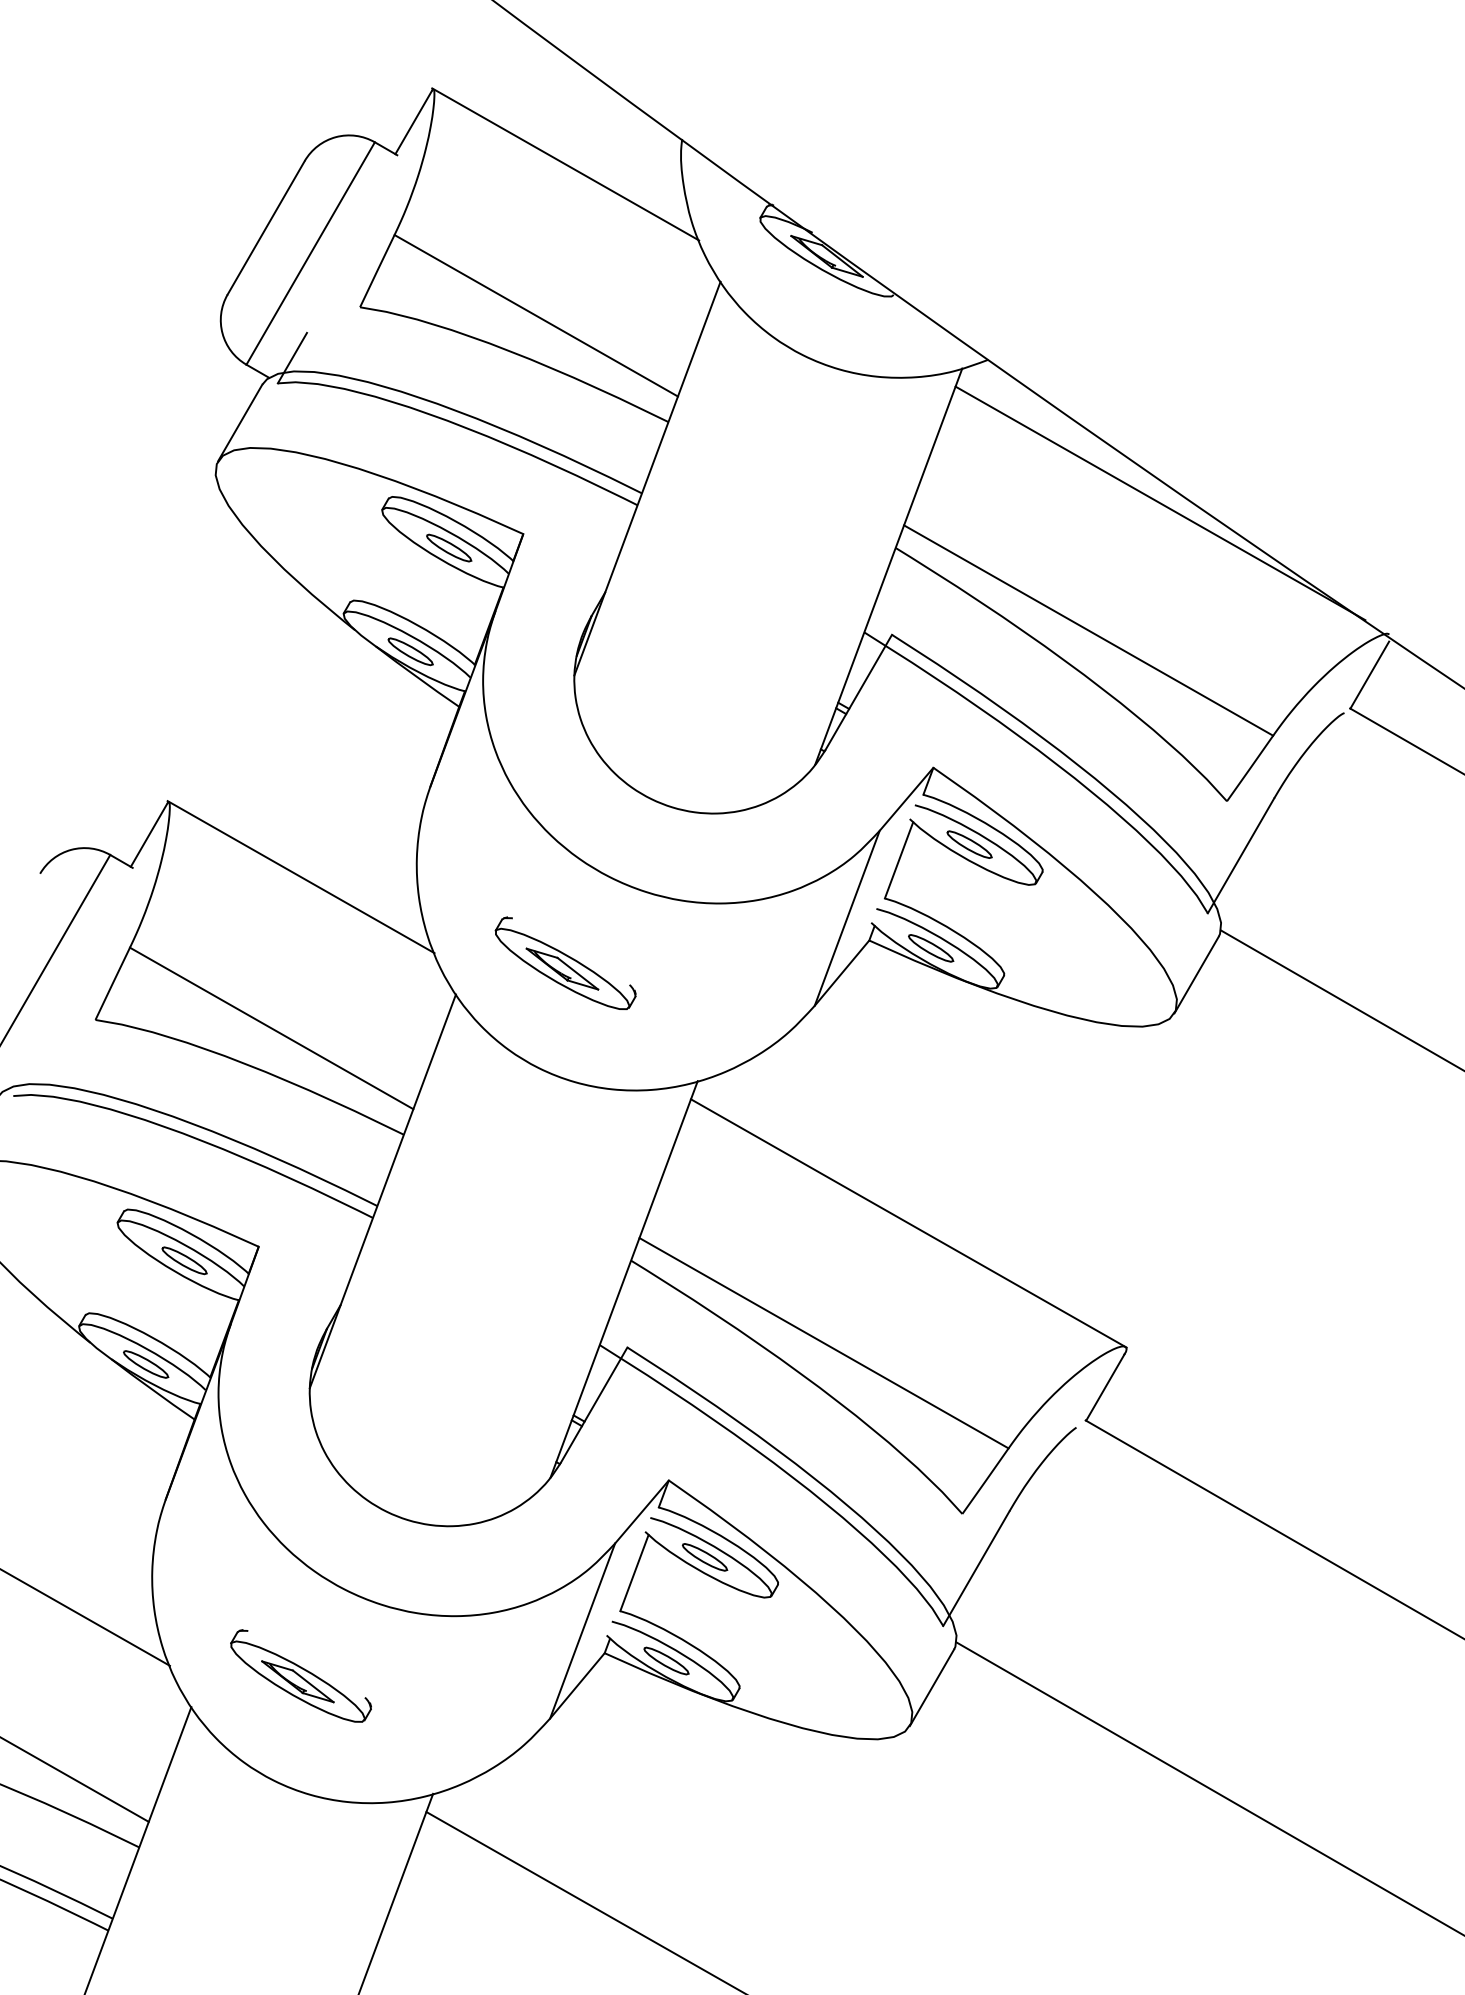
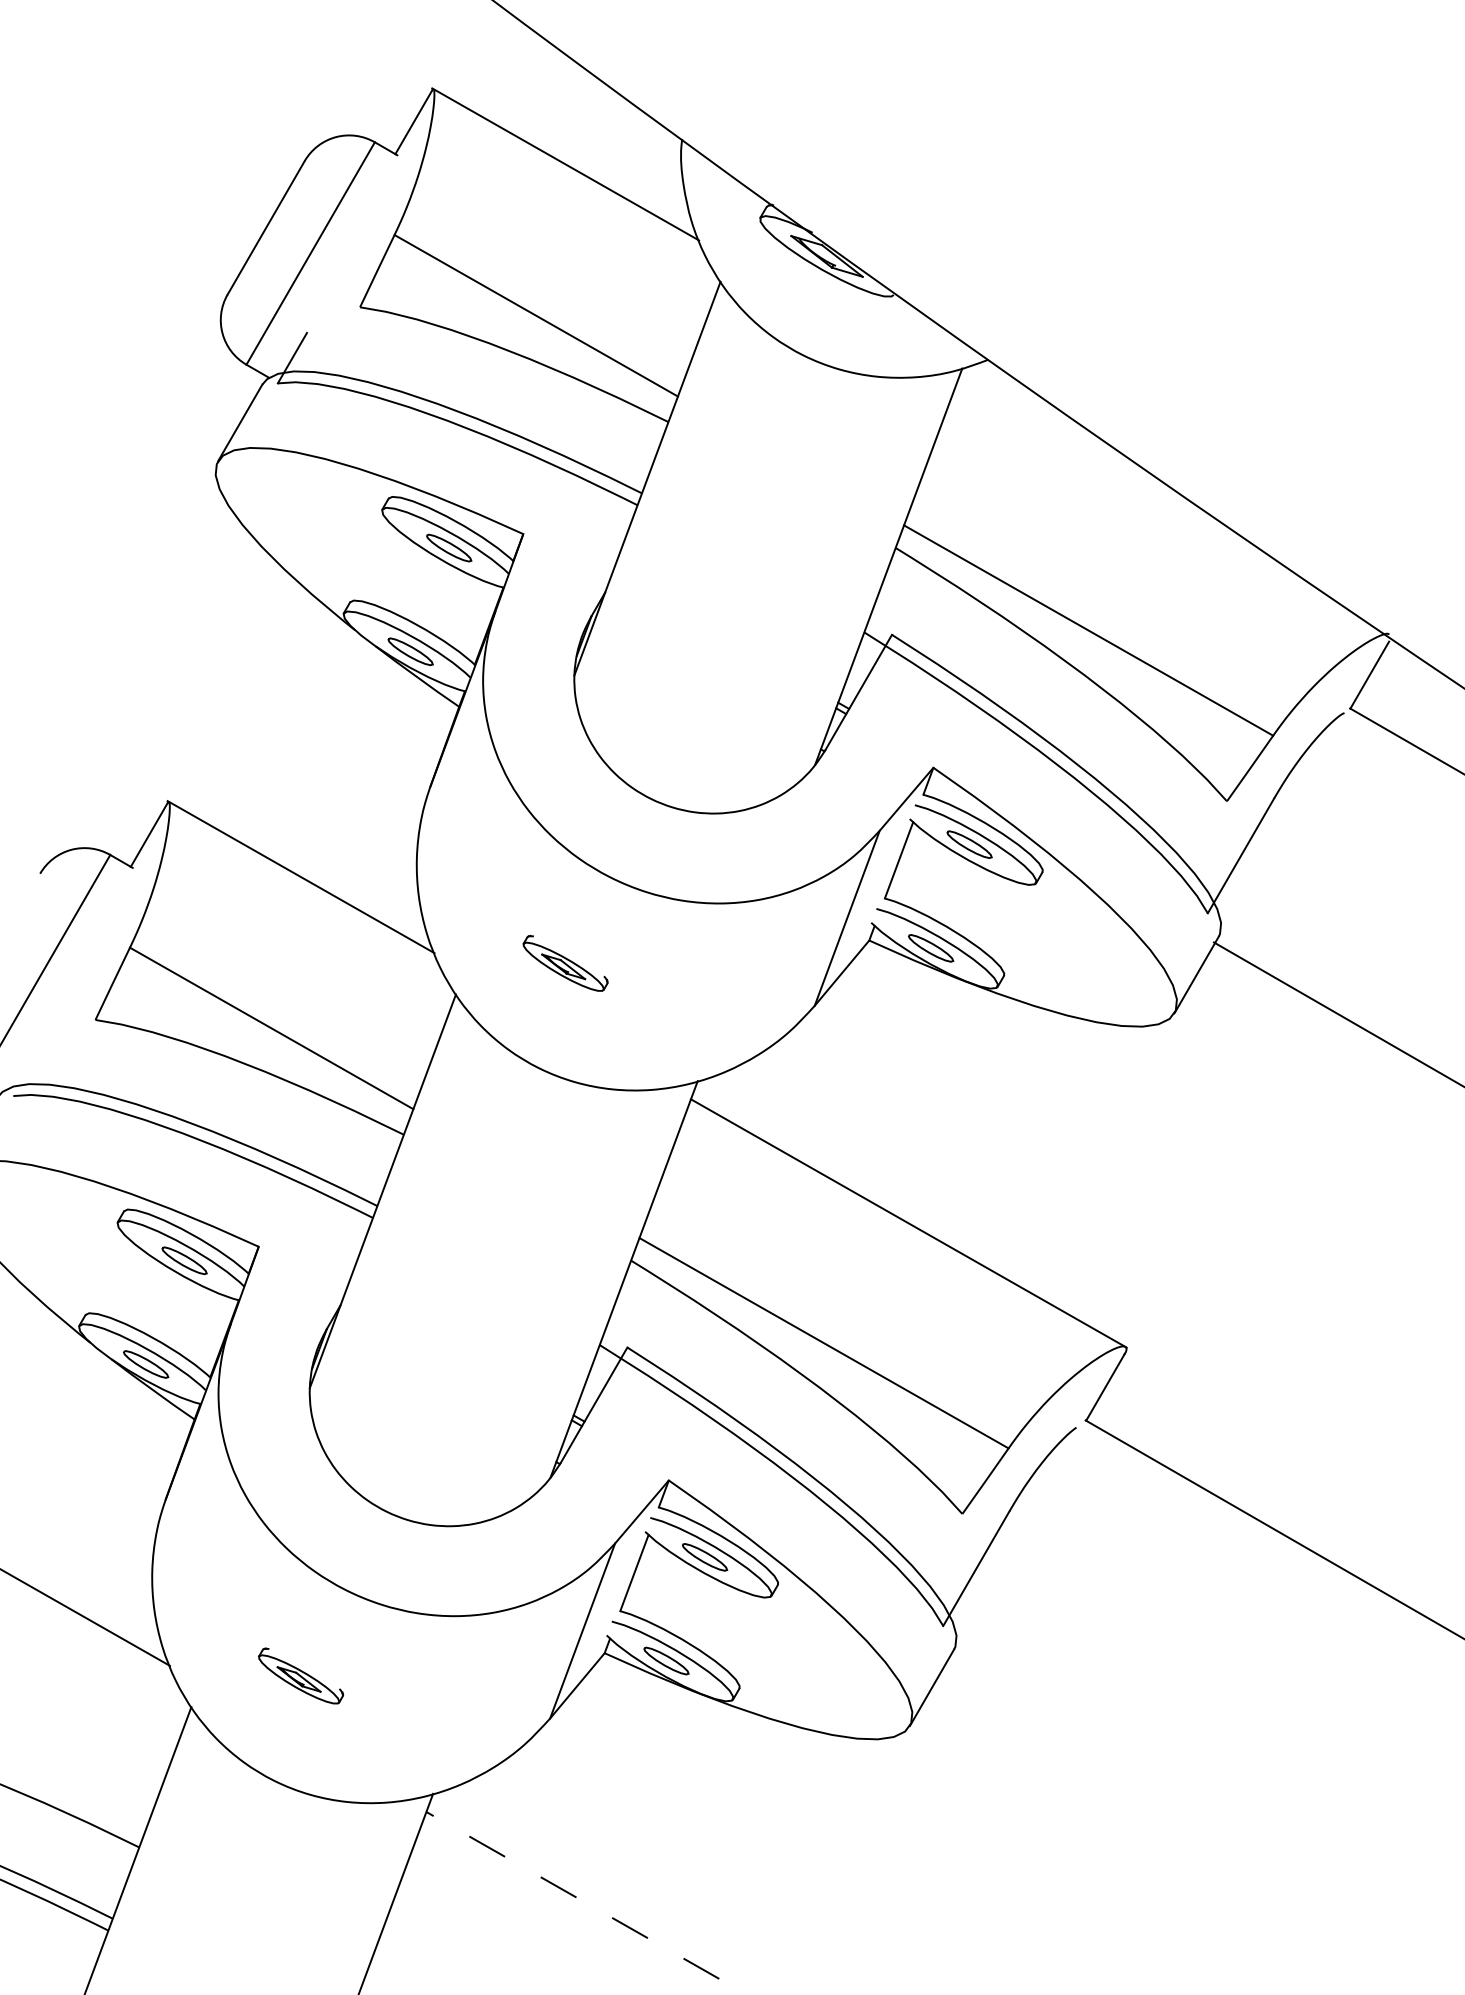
line at (1160, 503): present -> none
part at (565, 963) size: 143x95 px -> 87x58 px
line at (1340, 999) position: (1340, 999) -> (1337, 1013)
part at (300, 1675) size: 142x94 px -> 86x58 px
line at (75, 1779): present -> none
line at (1208, 1787): present -> none
line at (586, 1903): solid -> dashed
